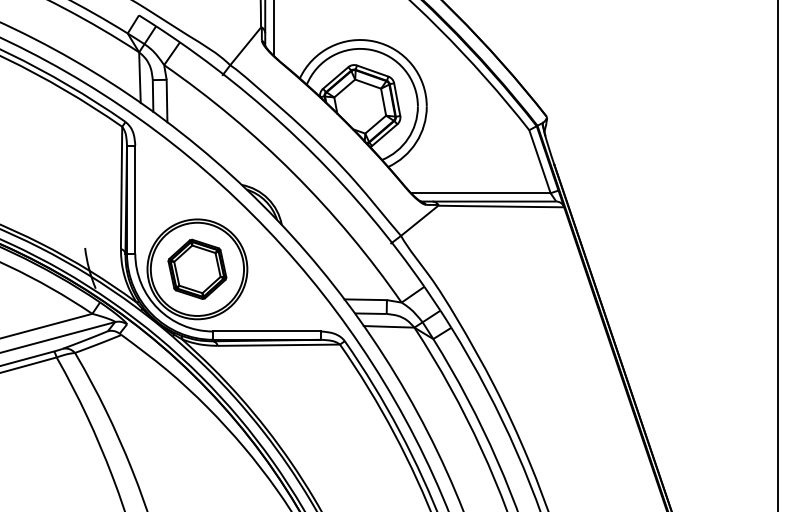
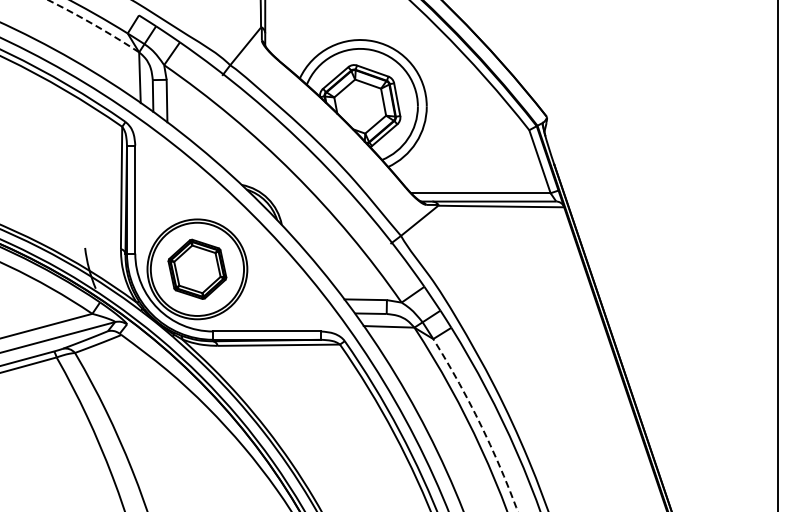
arc at (94, 25): solid -> dashed
line at (273, 28): present -> none
arc at (479, 422): solid -> dashed
